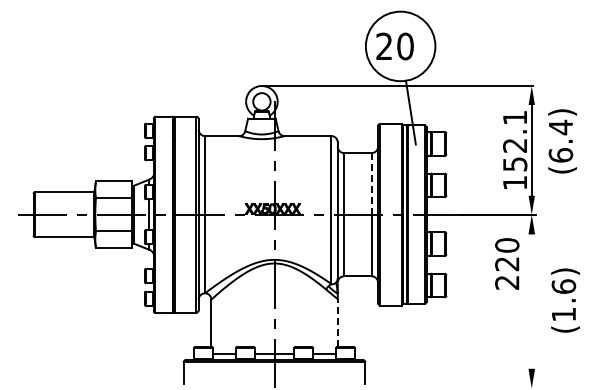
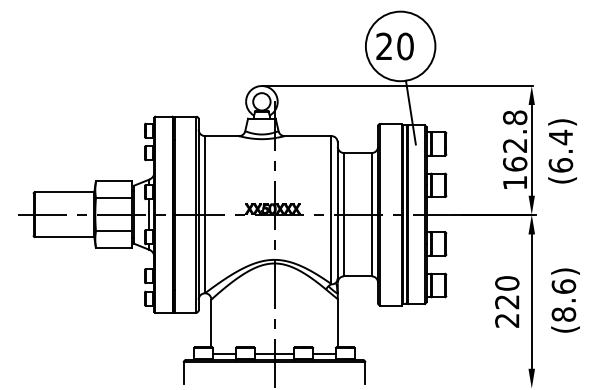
text at (515, 140): 152.1 -> 162.8
text at (562, 141) position: (562, 141) -> (562, 151)
line at (371, 183): dashed -> solid
text at (507, 263) position: (507, 263) -> (507, 301)
line at (531, 301): none -> present
text at (563, 314): (1.6) -> (8.6)
line at (337, 322): dashed -> solid
